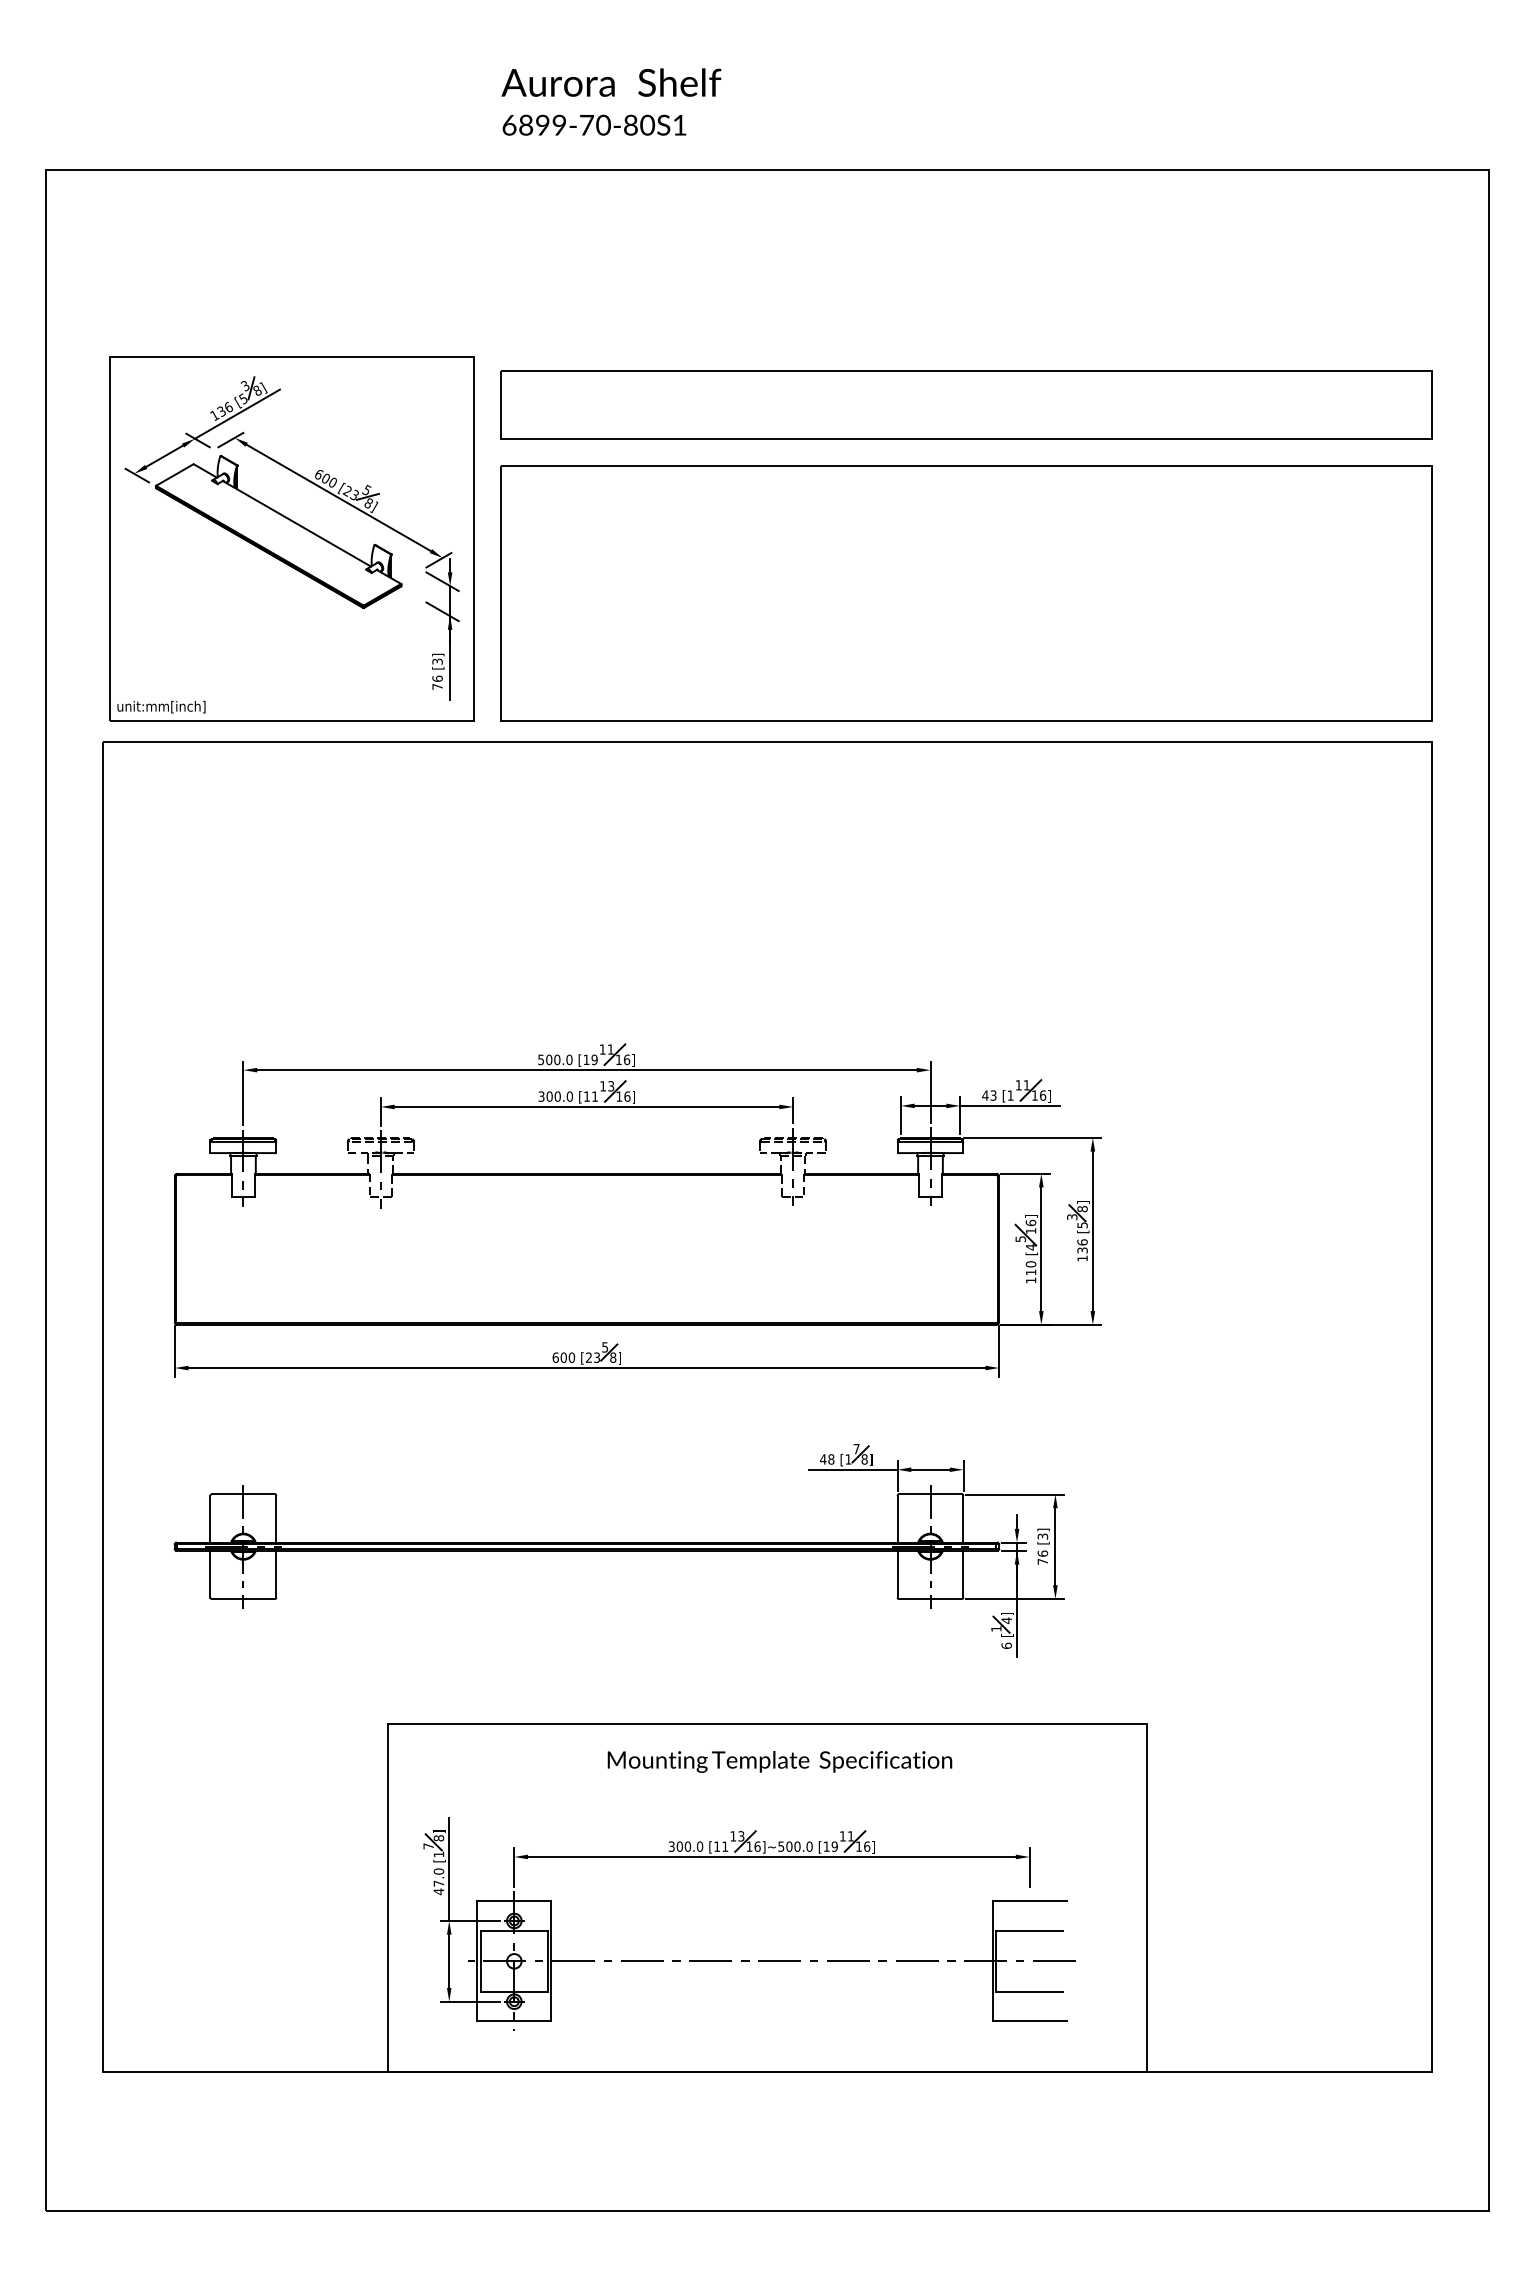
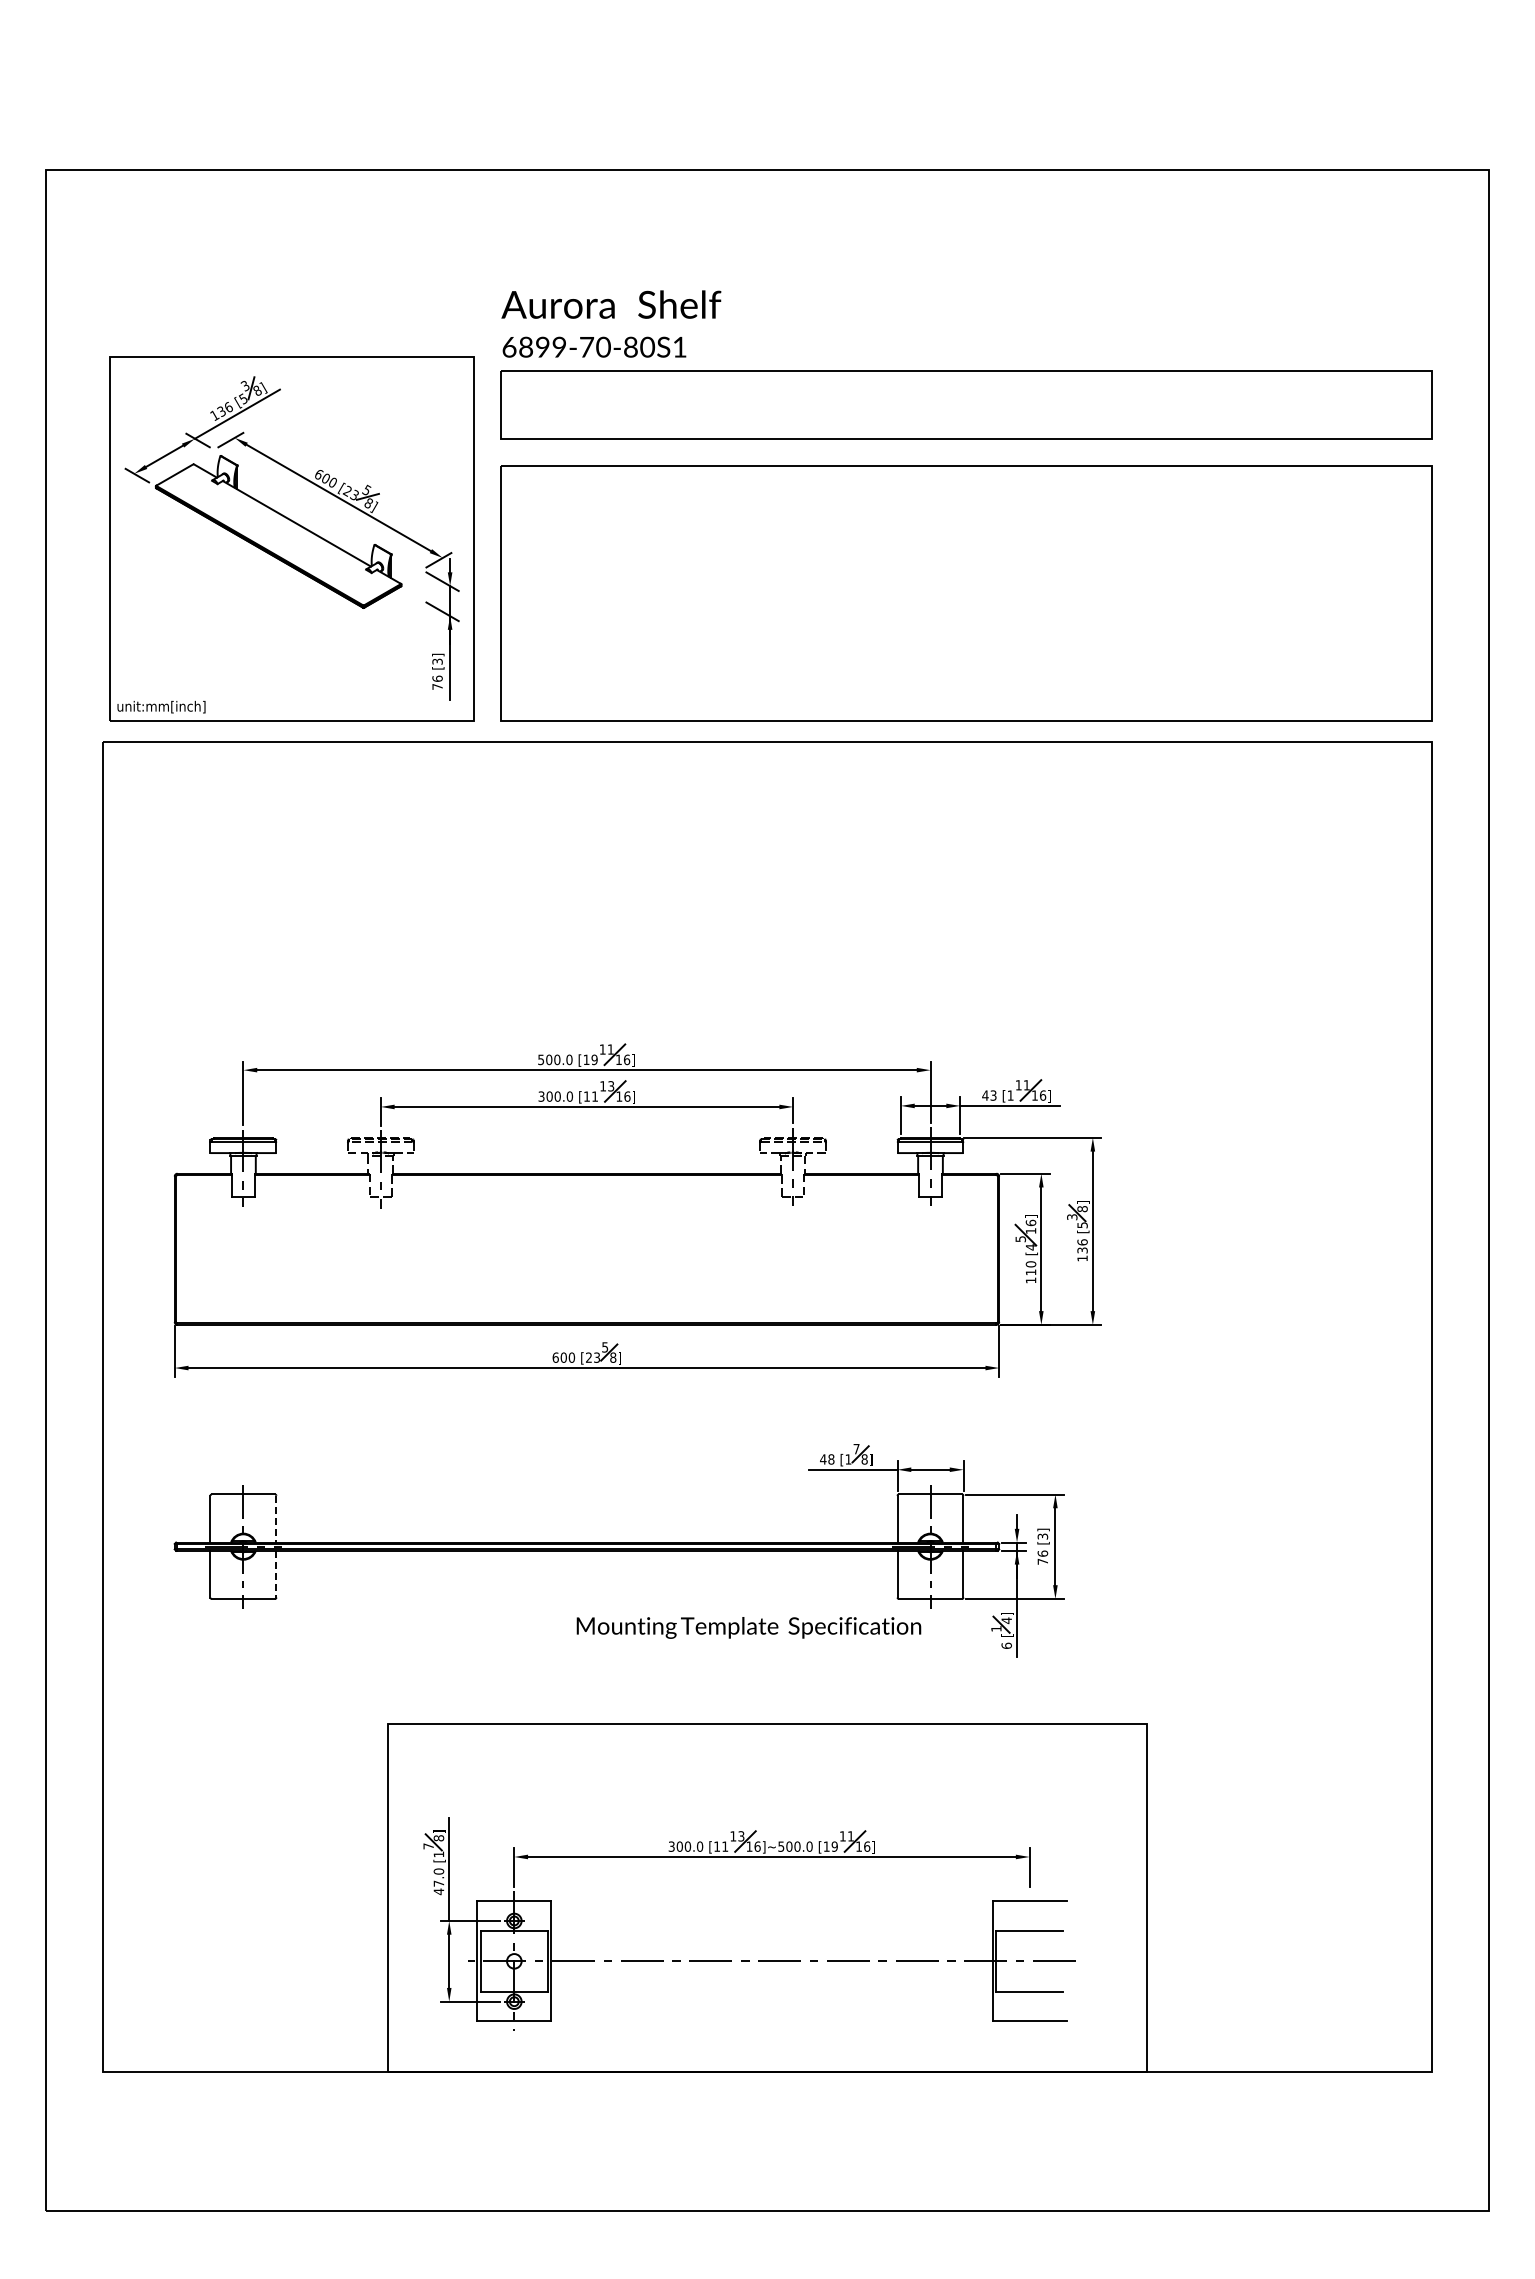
text at (611, 101) position: (611, 101) -> (611, 323)
line at (276, 1519): solid -> dashed
line at (276, 1574): solid -> dashed
text at (779, 1761) position: (779, 1761) -> (748, 1627)
